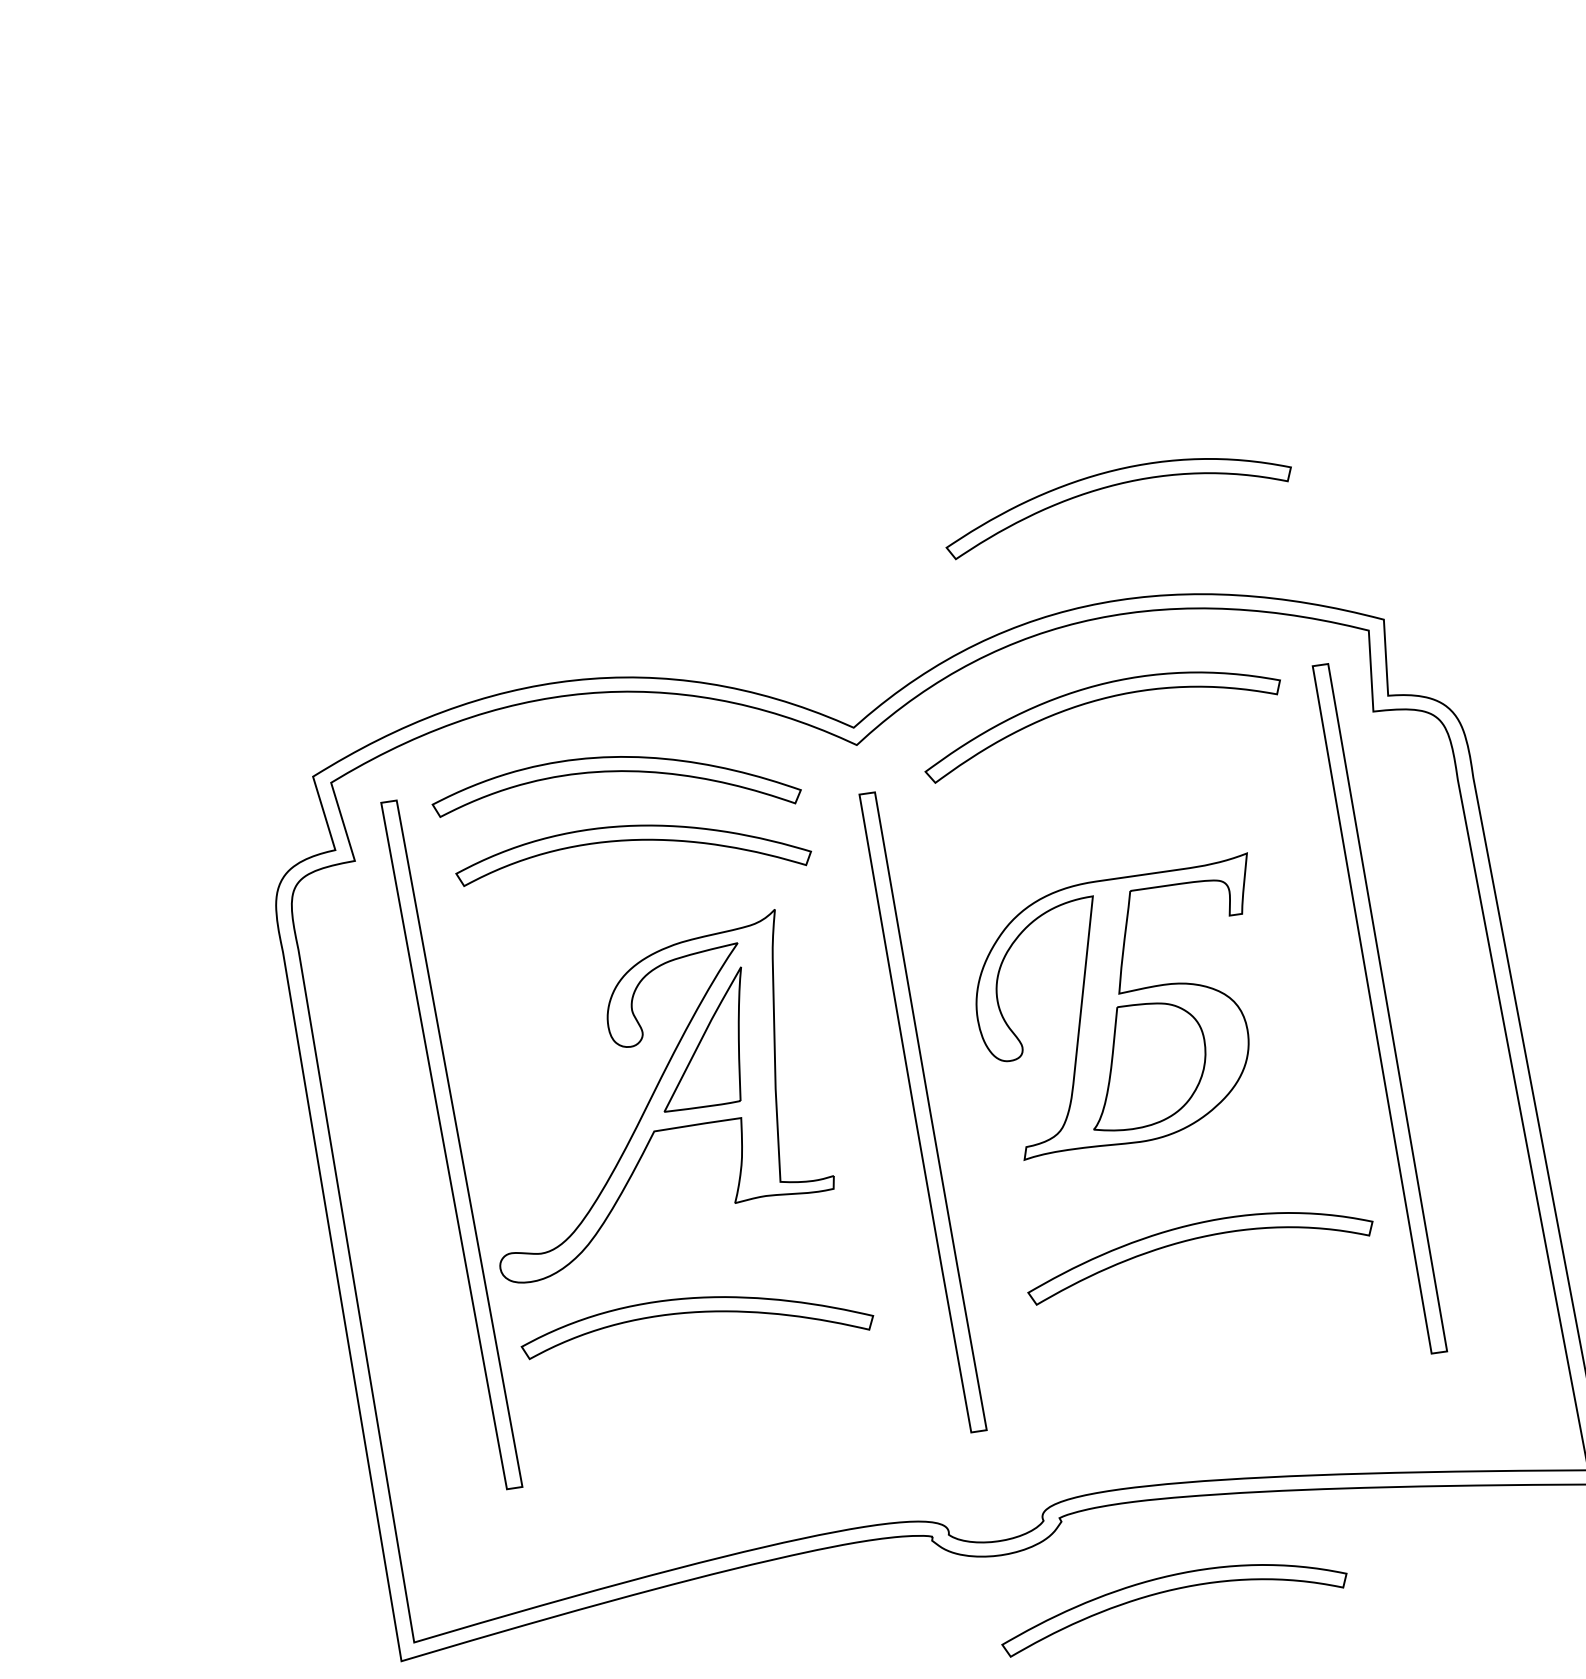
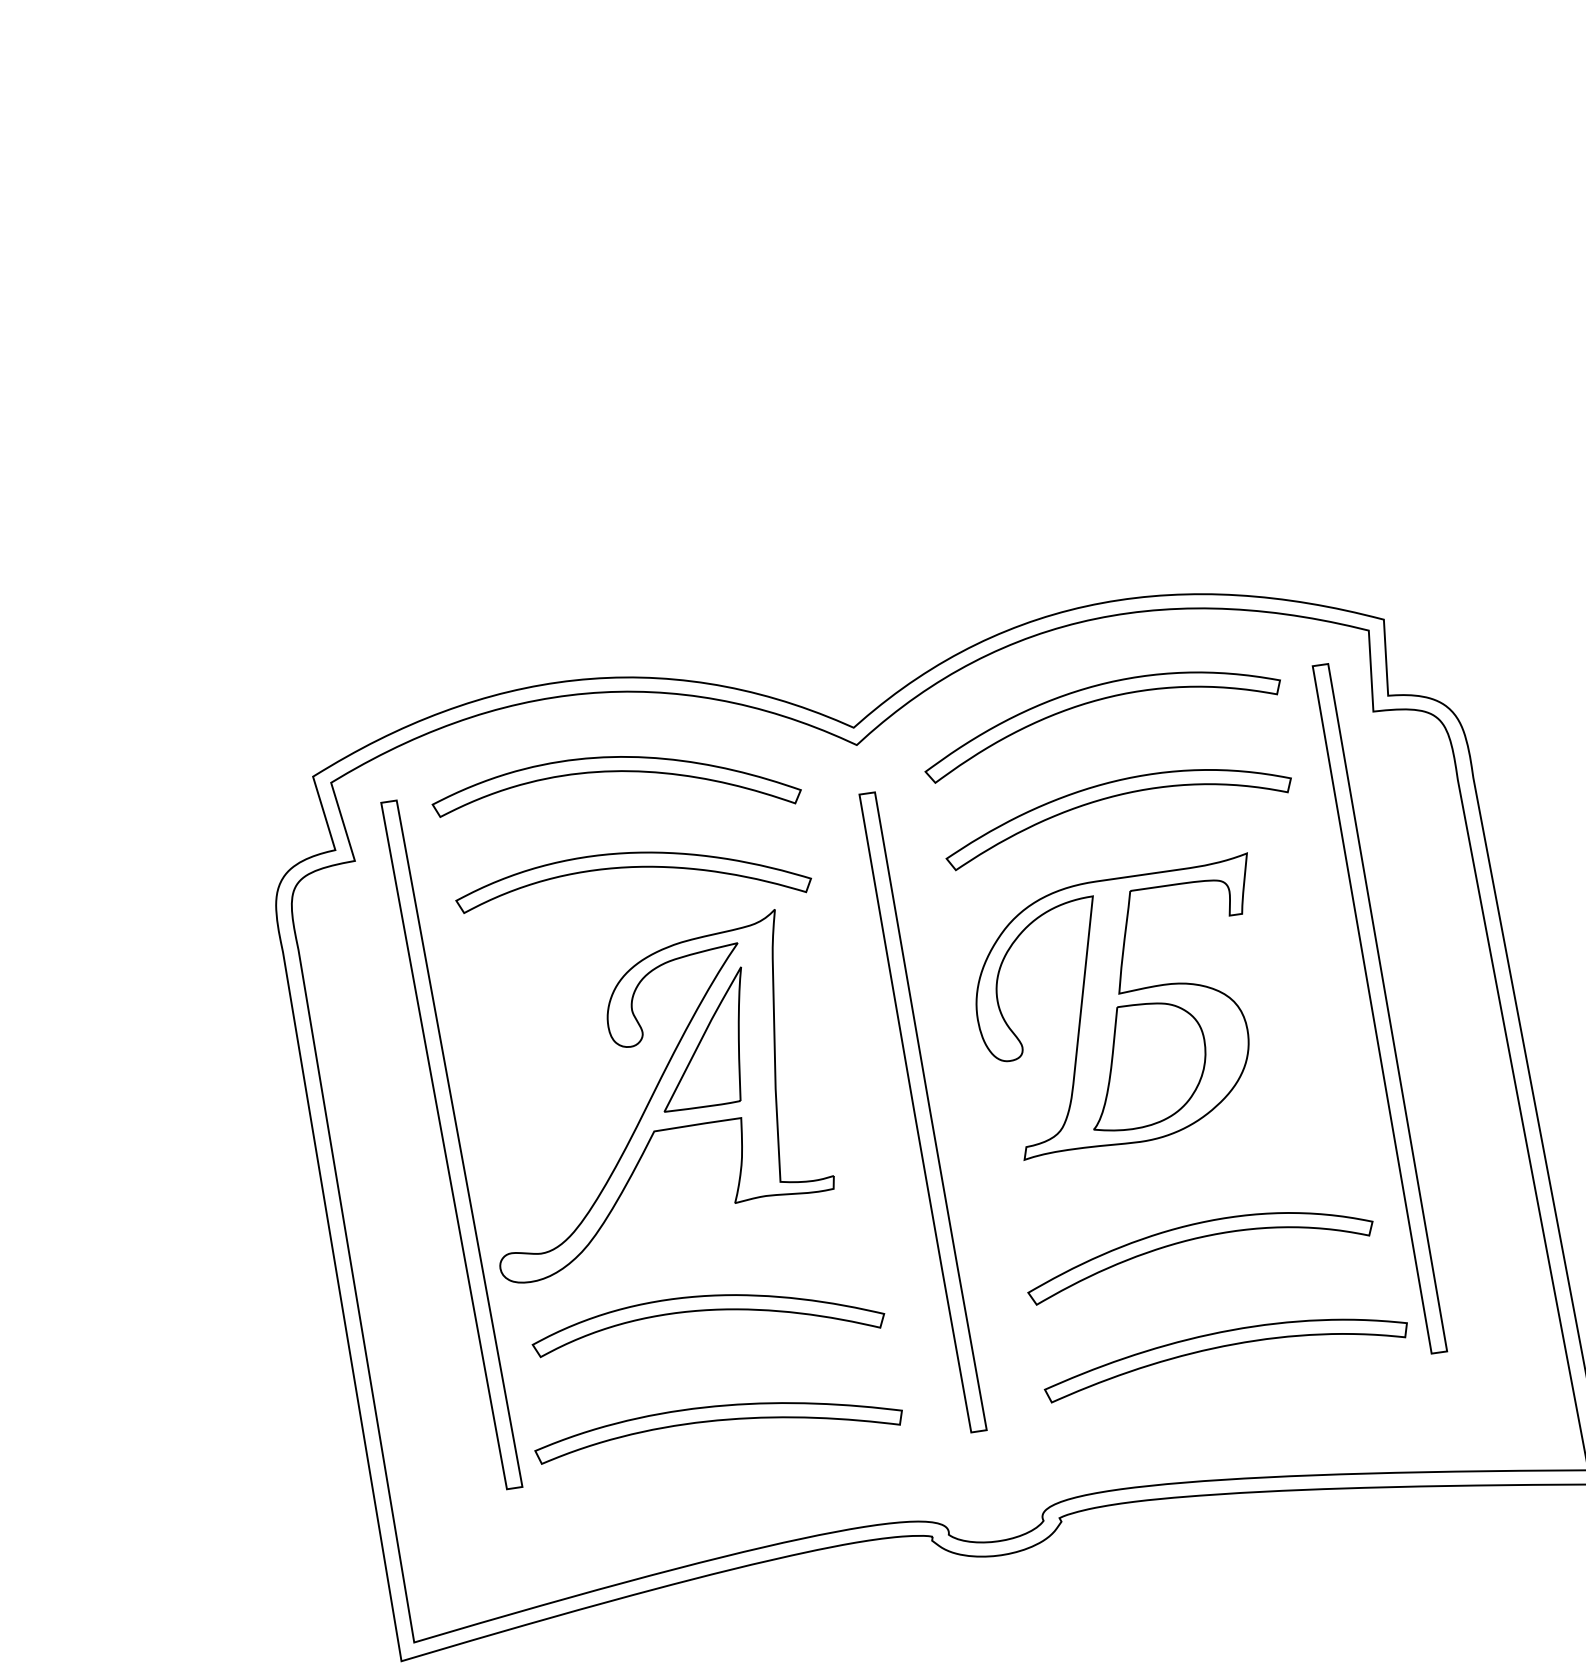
part at (1114, 486) position: (1114, 486) -> (1114, 797)
part at (629, 841) position: (629, 841) -> (629, 868)
part at (695, 1313) position: (695, 1313) -> (706, 1311)
part at (1223, 1347): none -> present
part at (718, 1421): none -> present
part at (1170, 1591): present -> none
